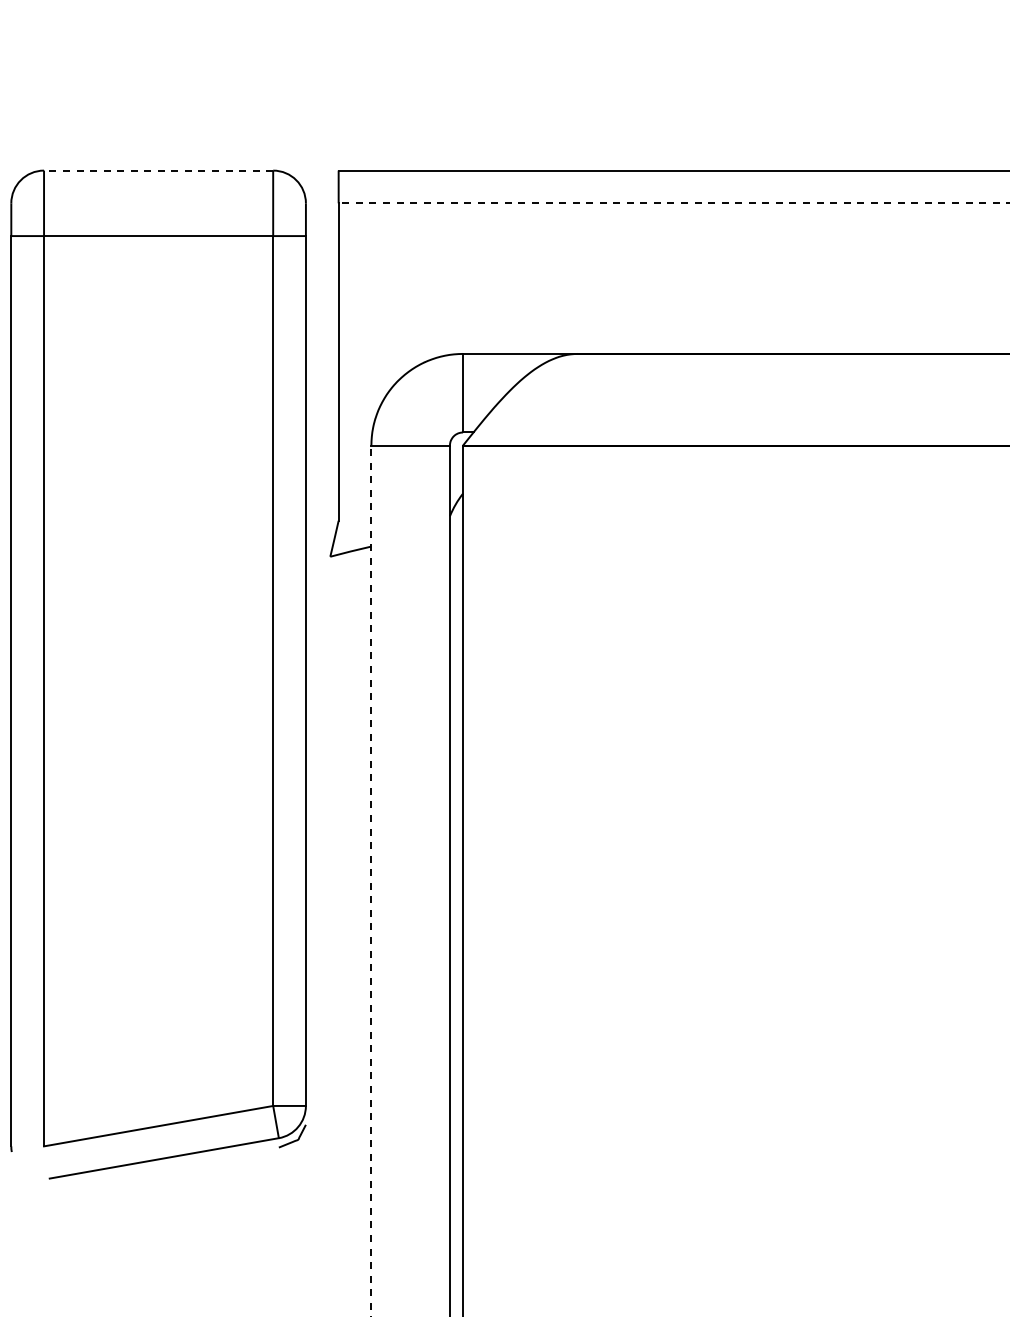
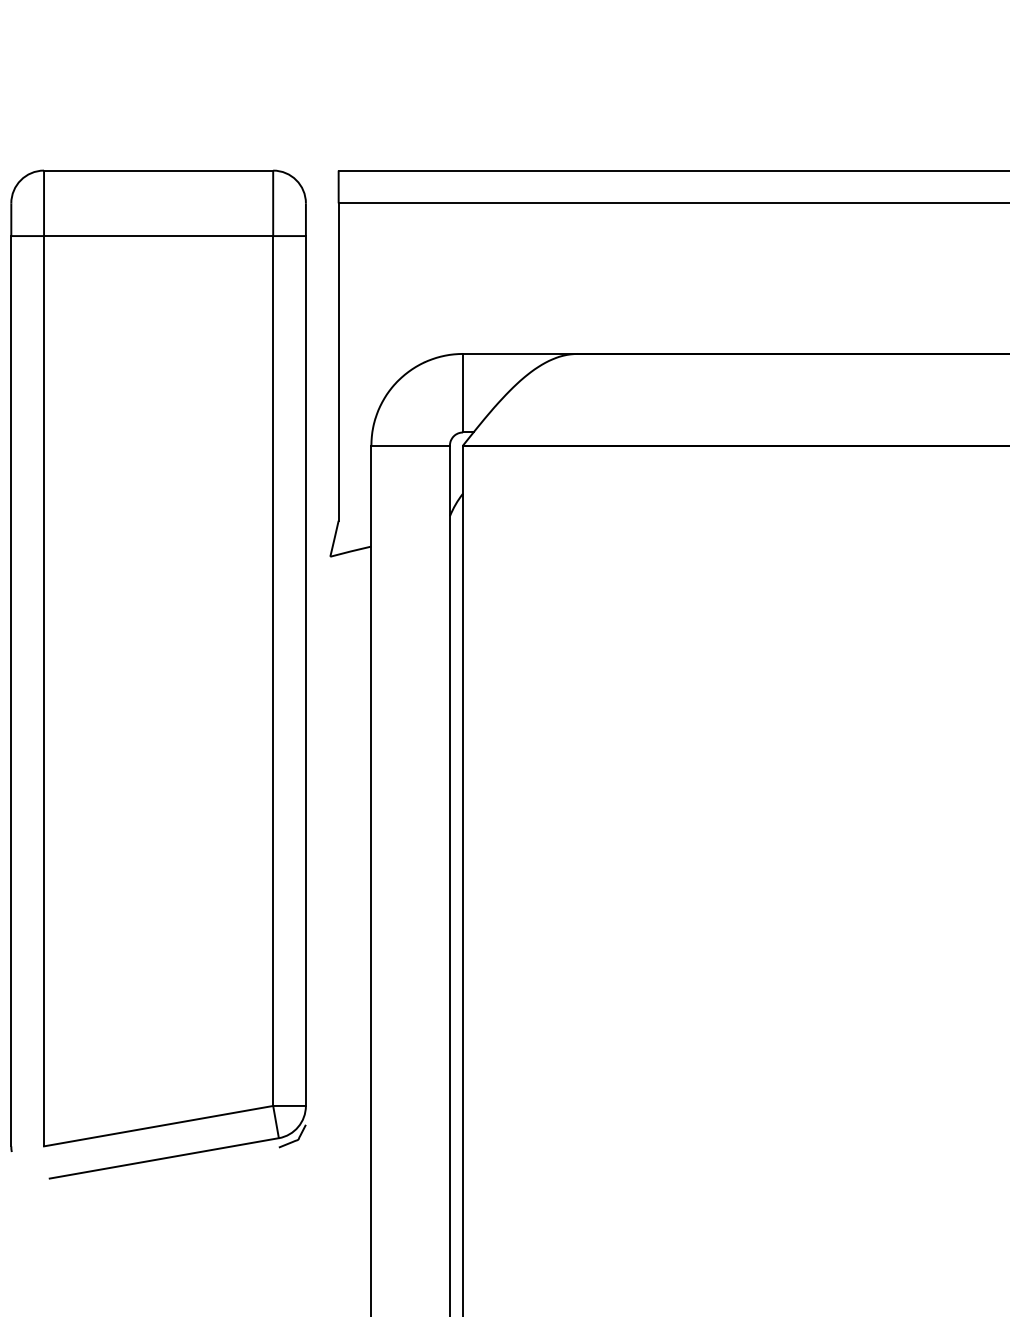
line at (158, 170): dashed -> solid
line at (673, 203): dashed -> solid
line at (371, 881): dashed -> solid
